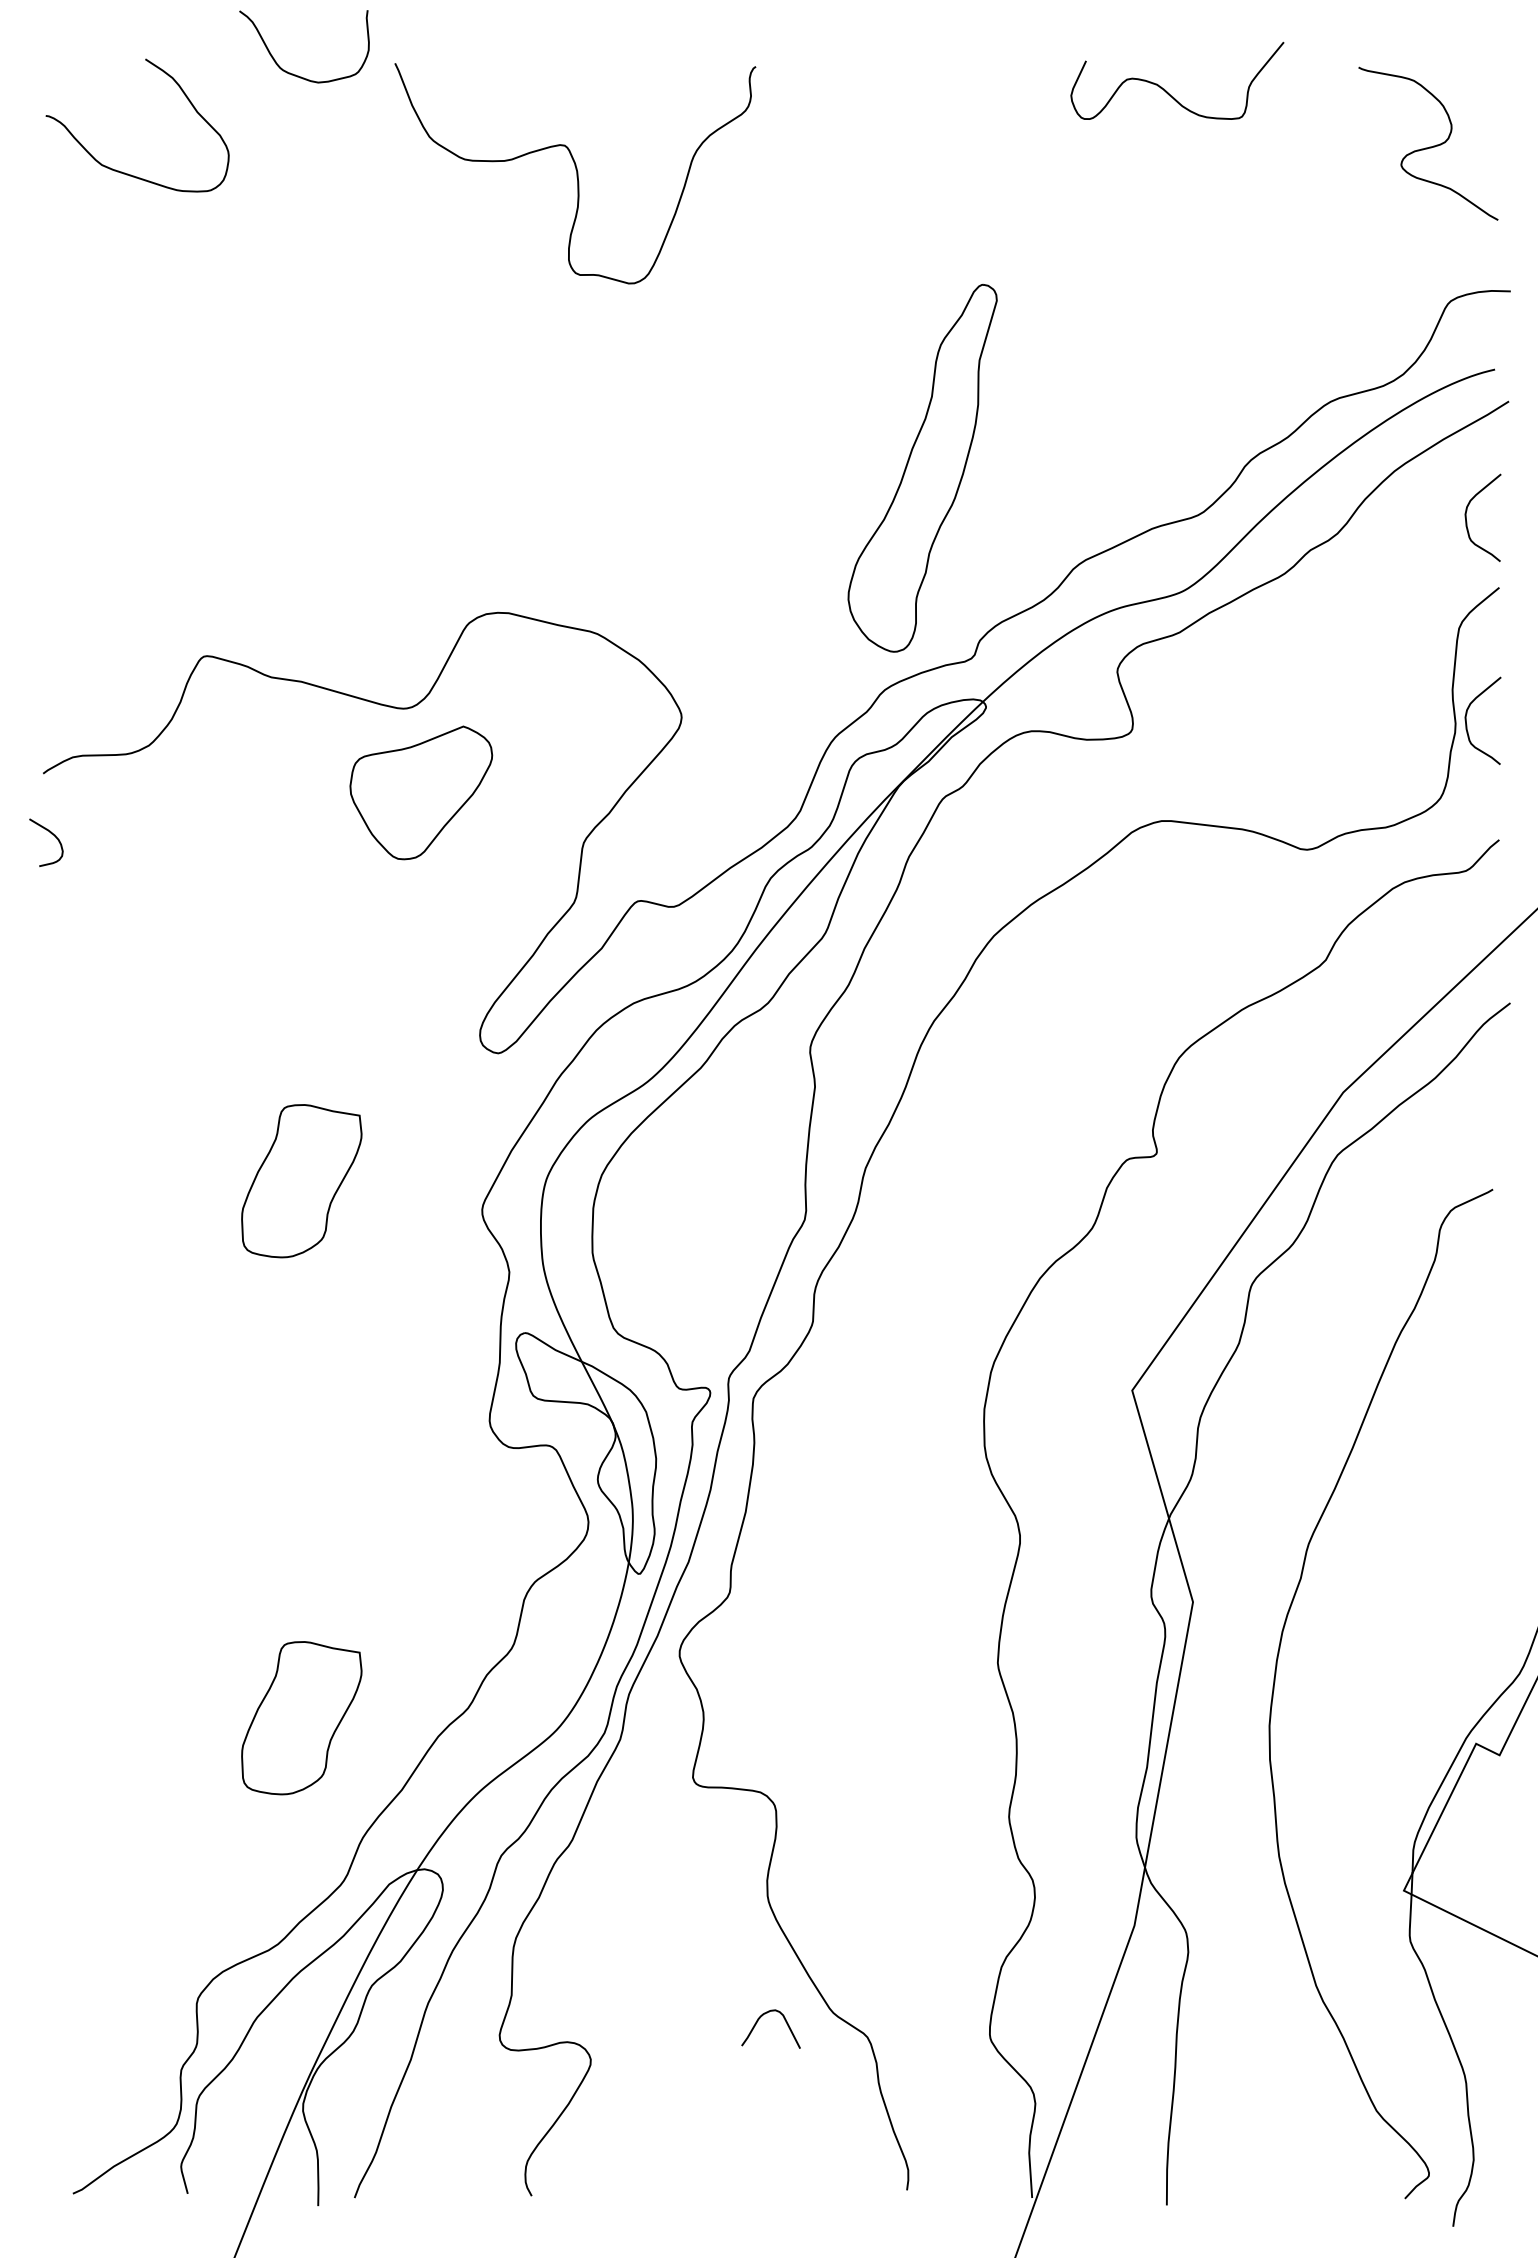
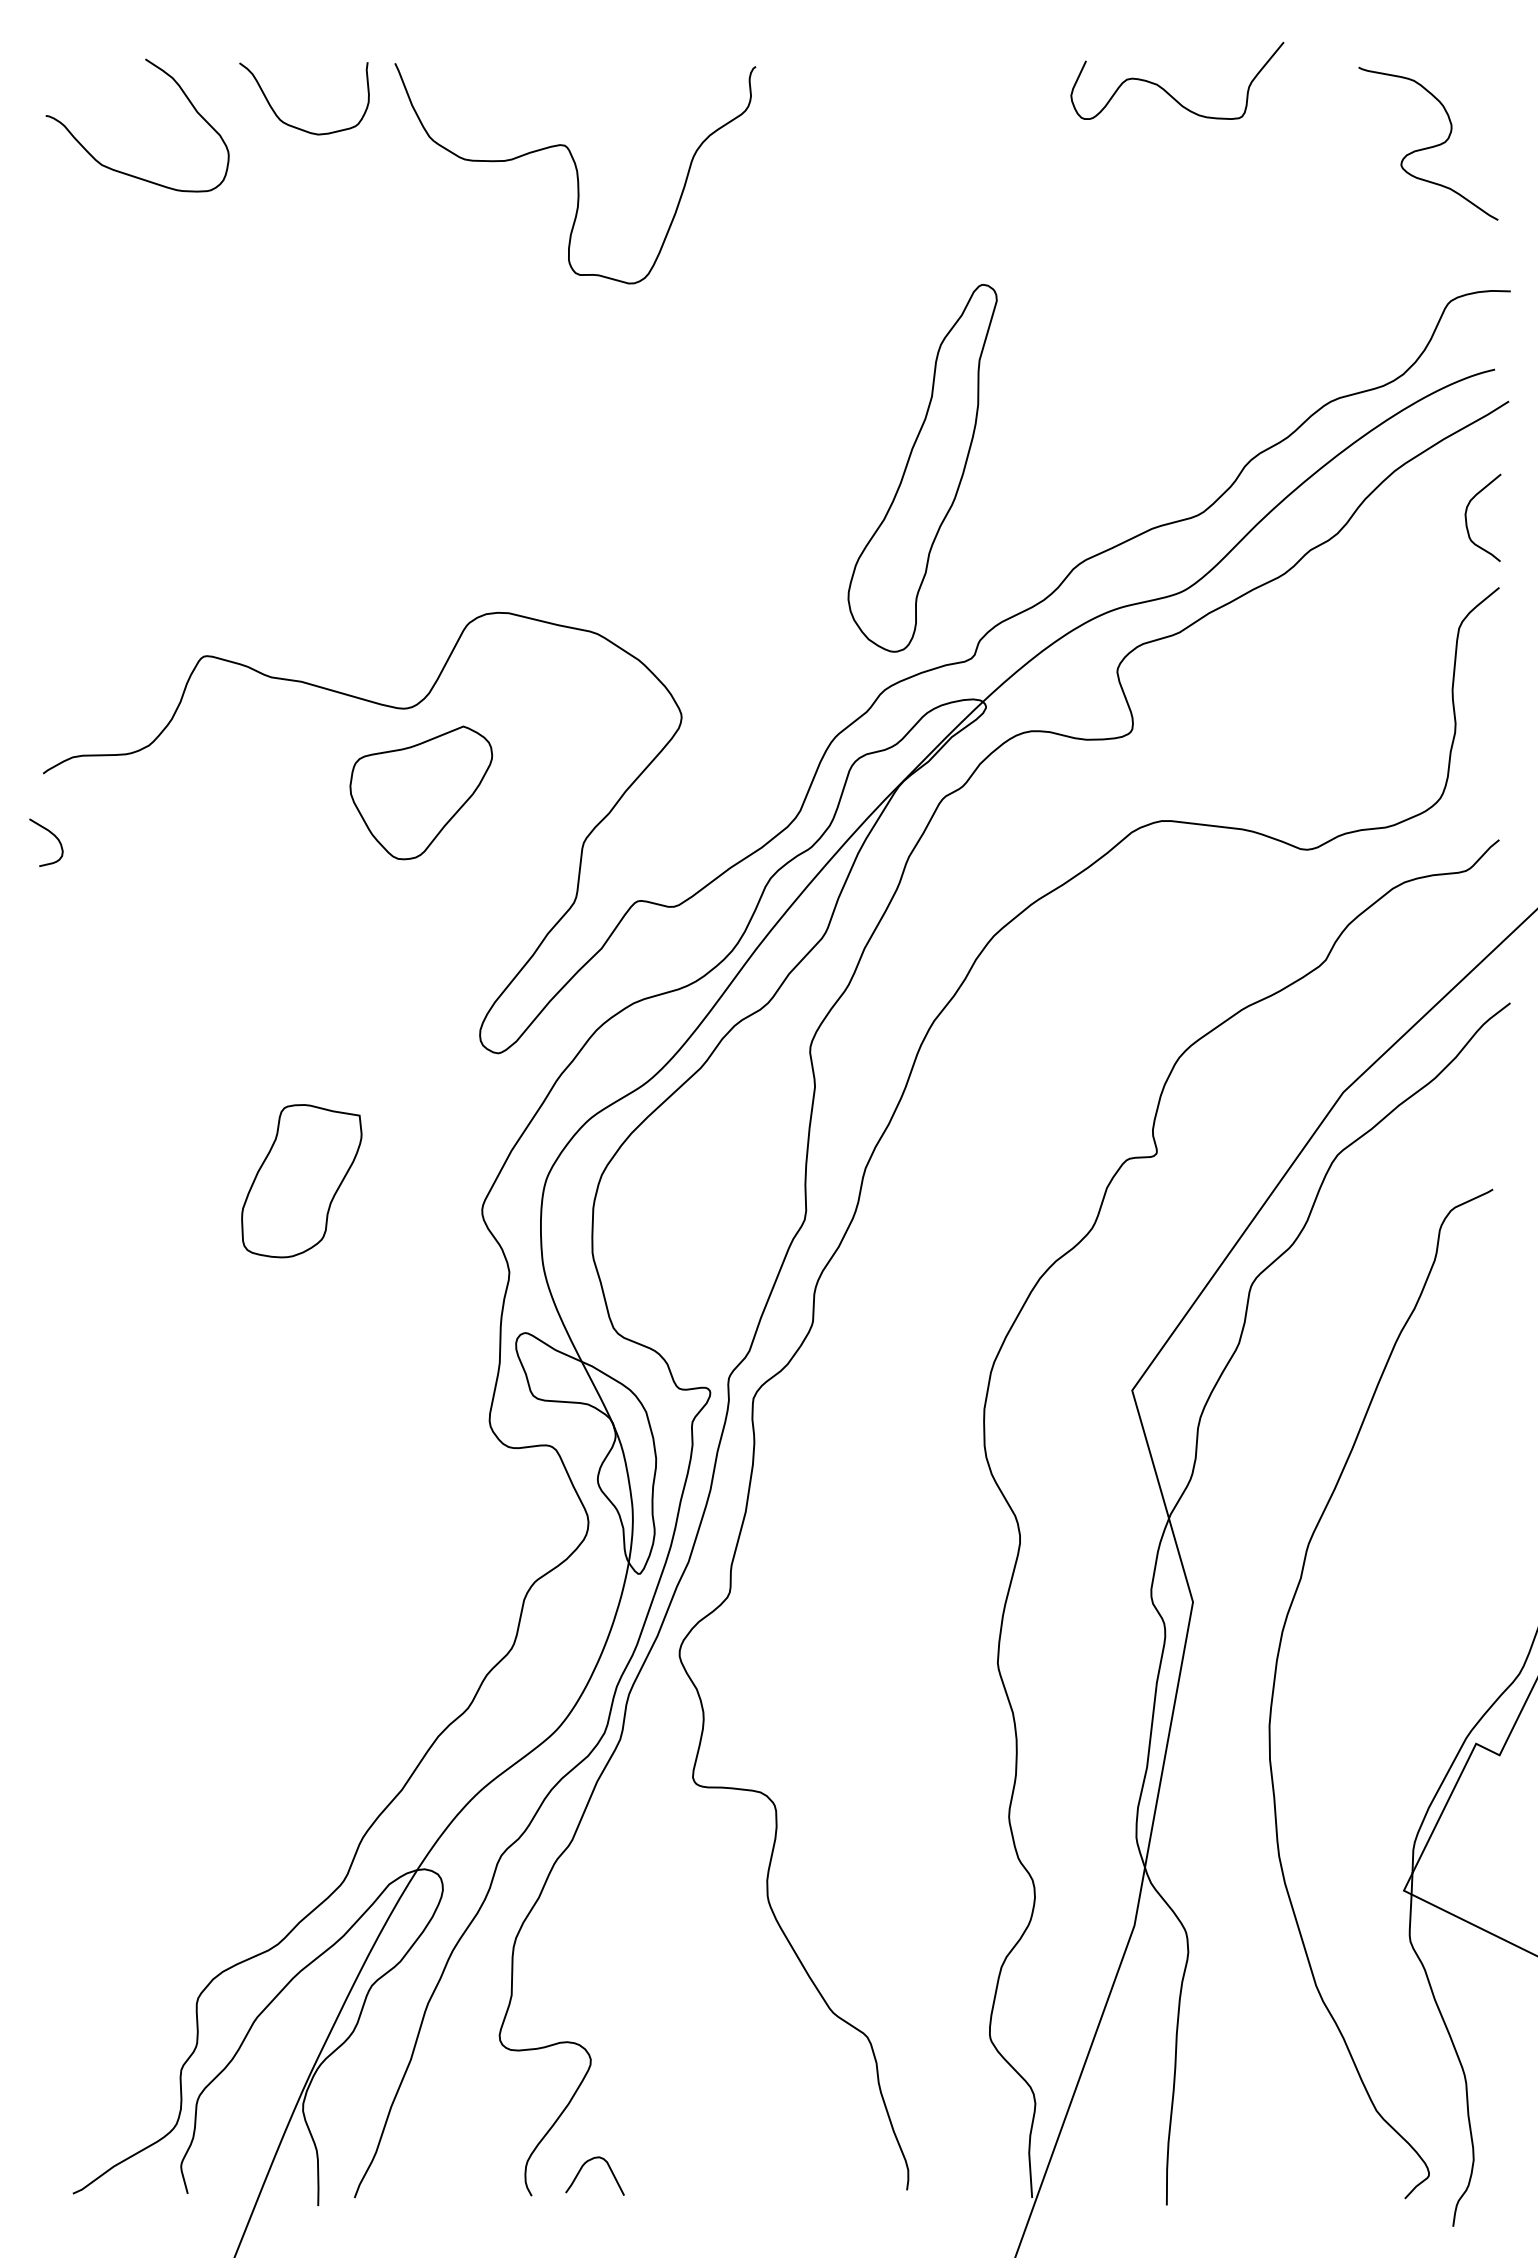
curve at (293, 73) position: (293, 73) -> (293, 125)
curve at (1467, 724): present -> none
part at (301, 1718): present -> none
curve at (758, 2021) position: (758, 2021) -> (582, 2168)
